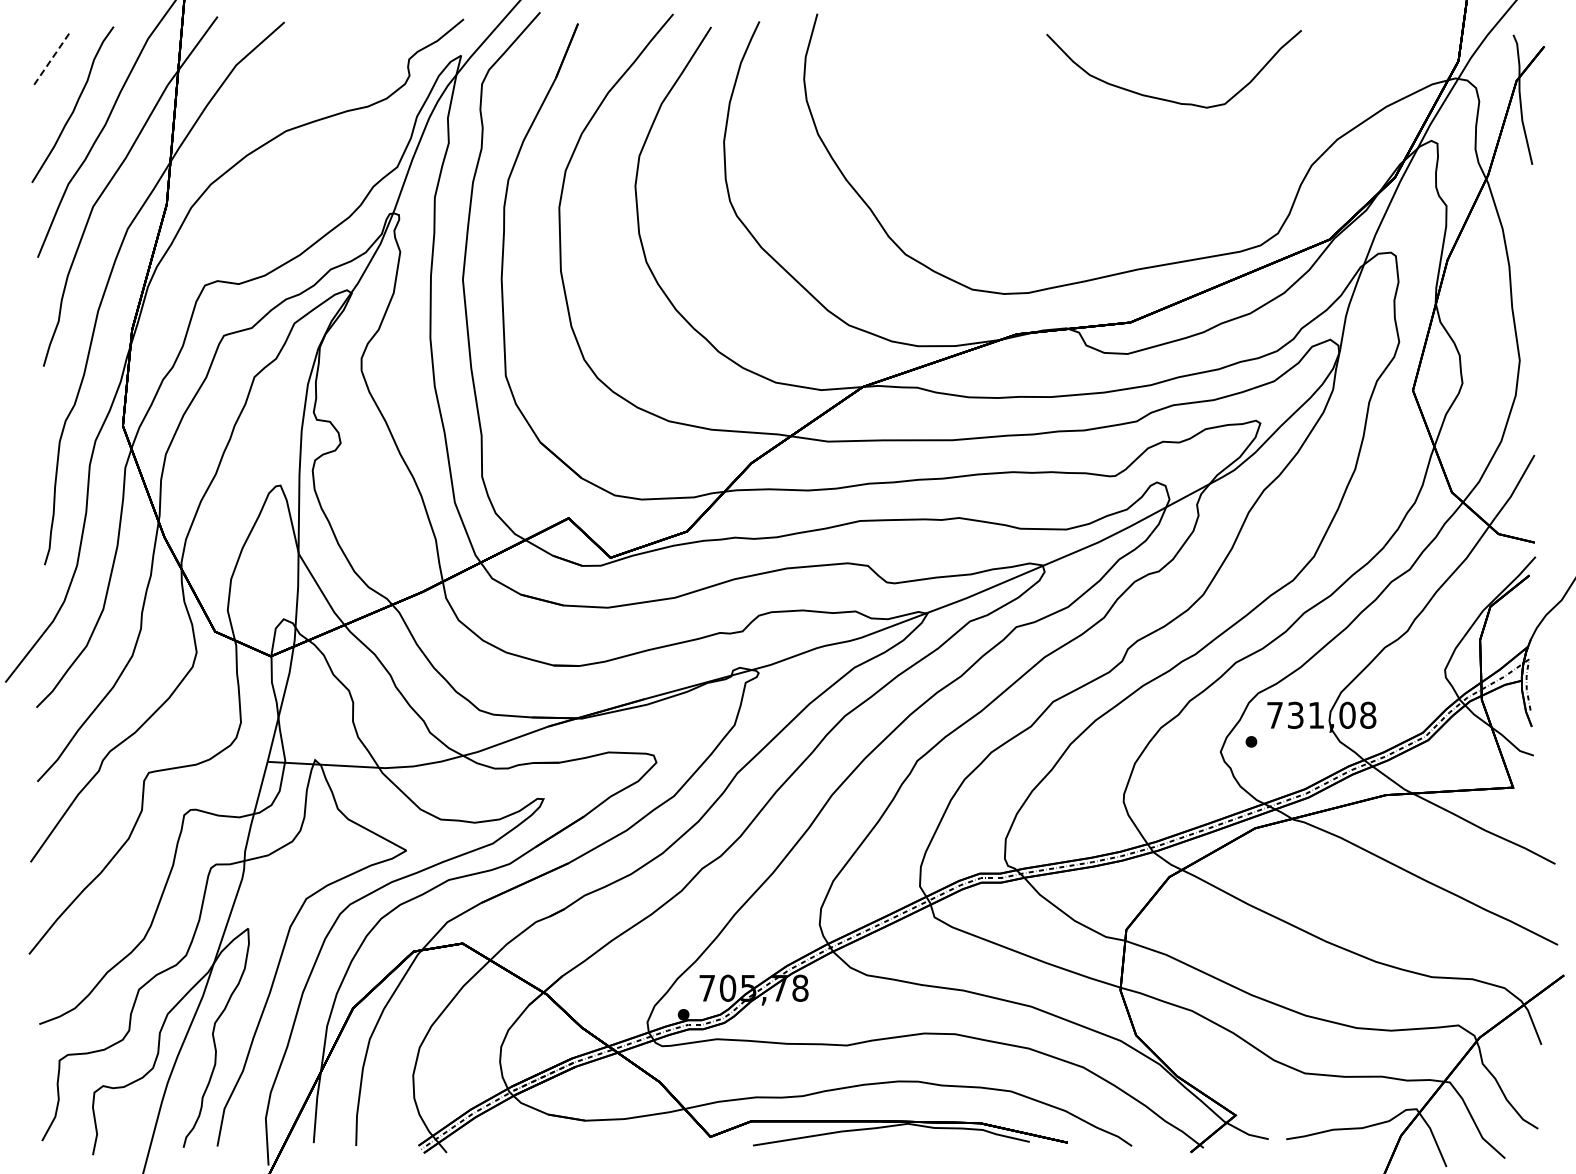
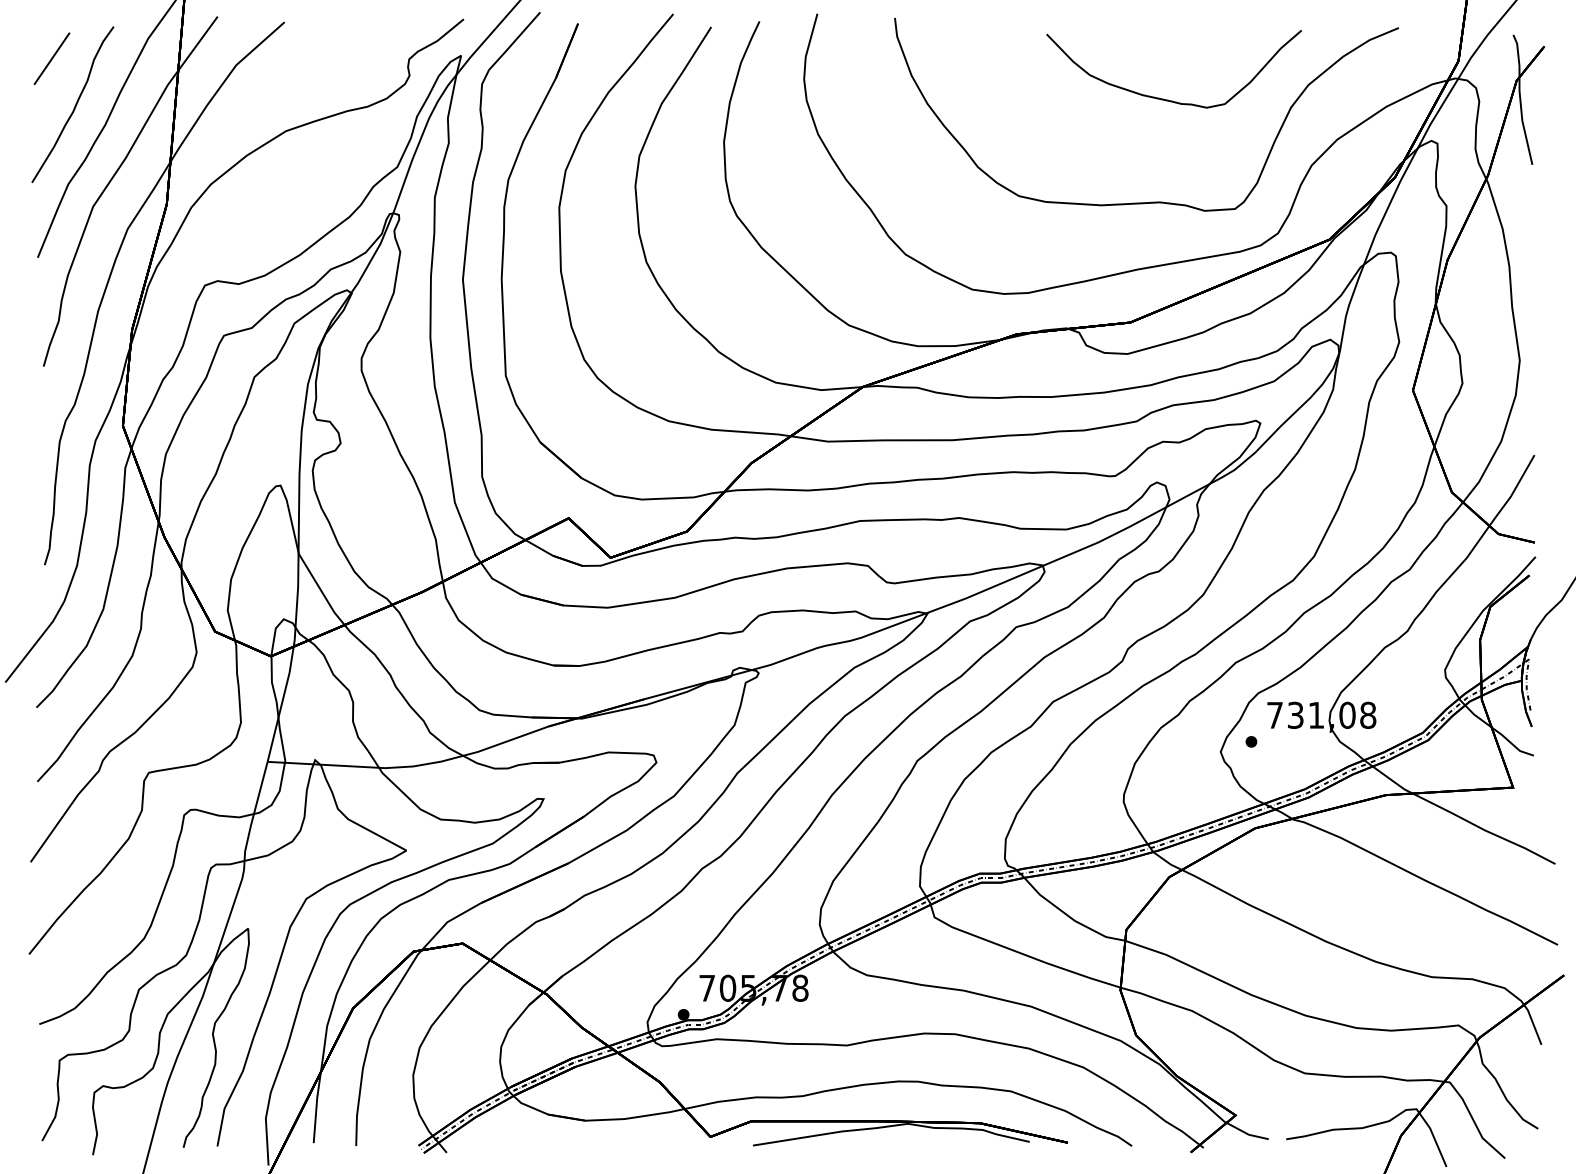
line at (52, 58): dashed -> solid
curve at (1151, 201): none -> present
